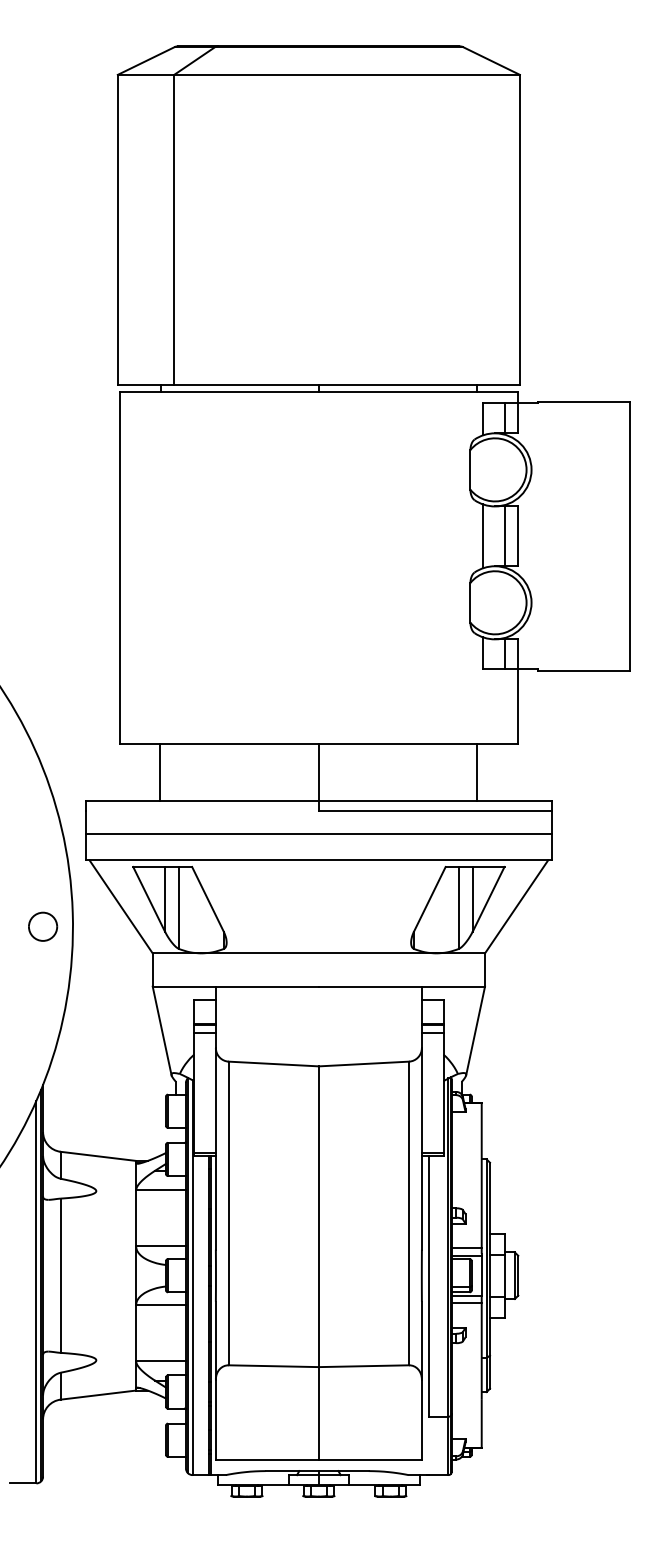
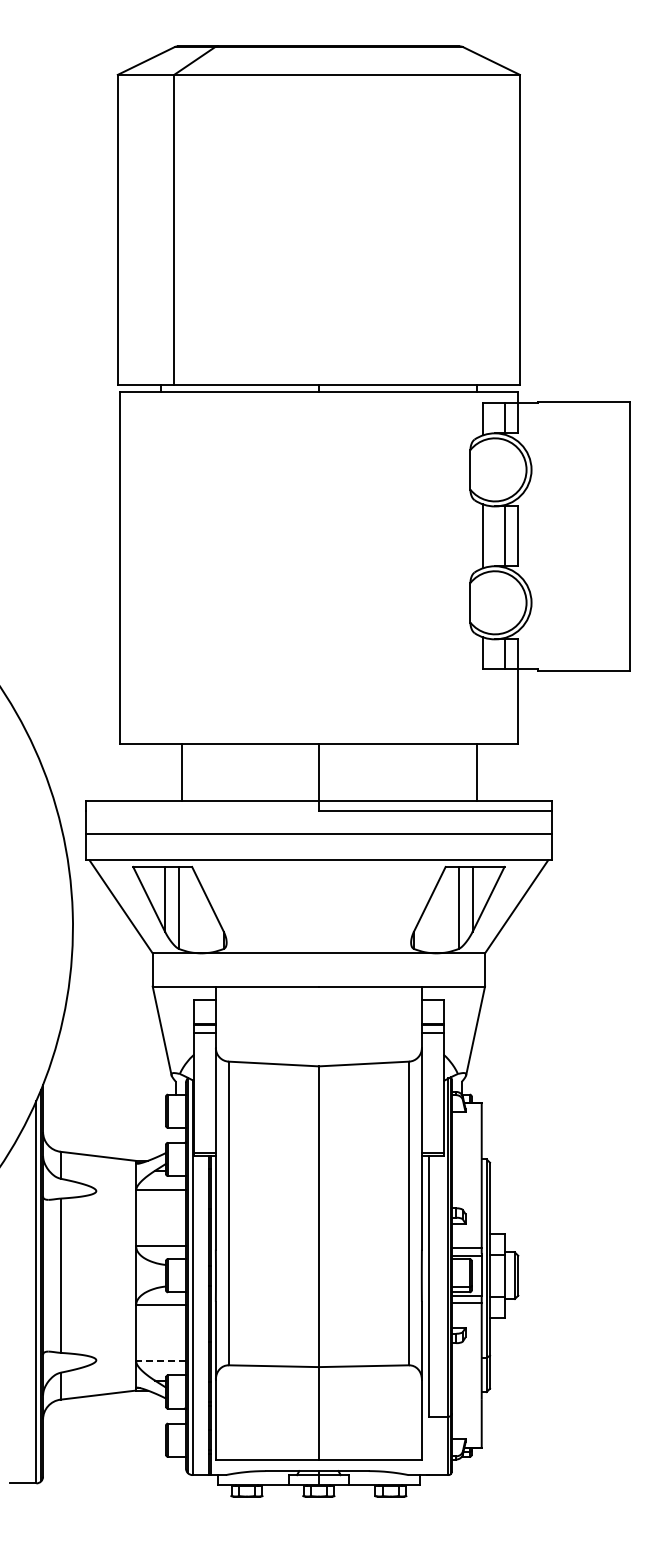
line at (160, 772) position: (160, 772) -> (182, 772)
part at (43, 926): present -> none
line at (161, 1361): solid -> dashed
